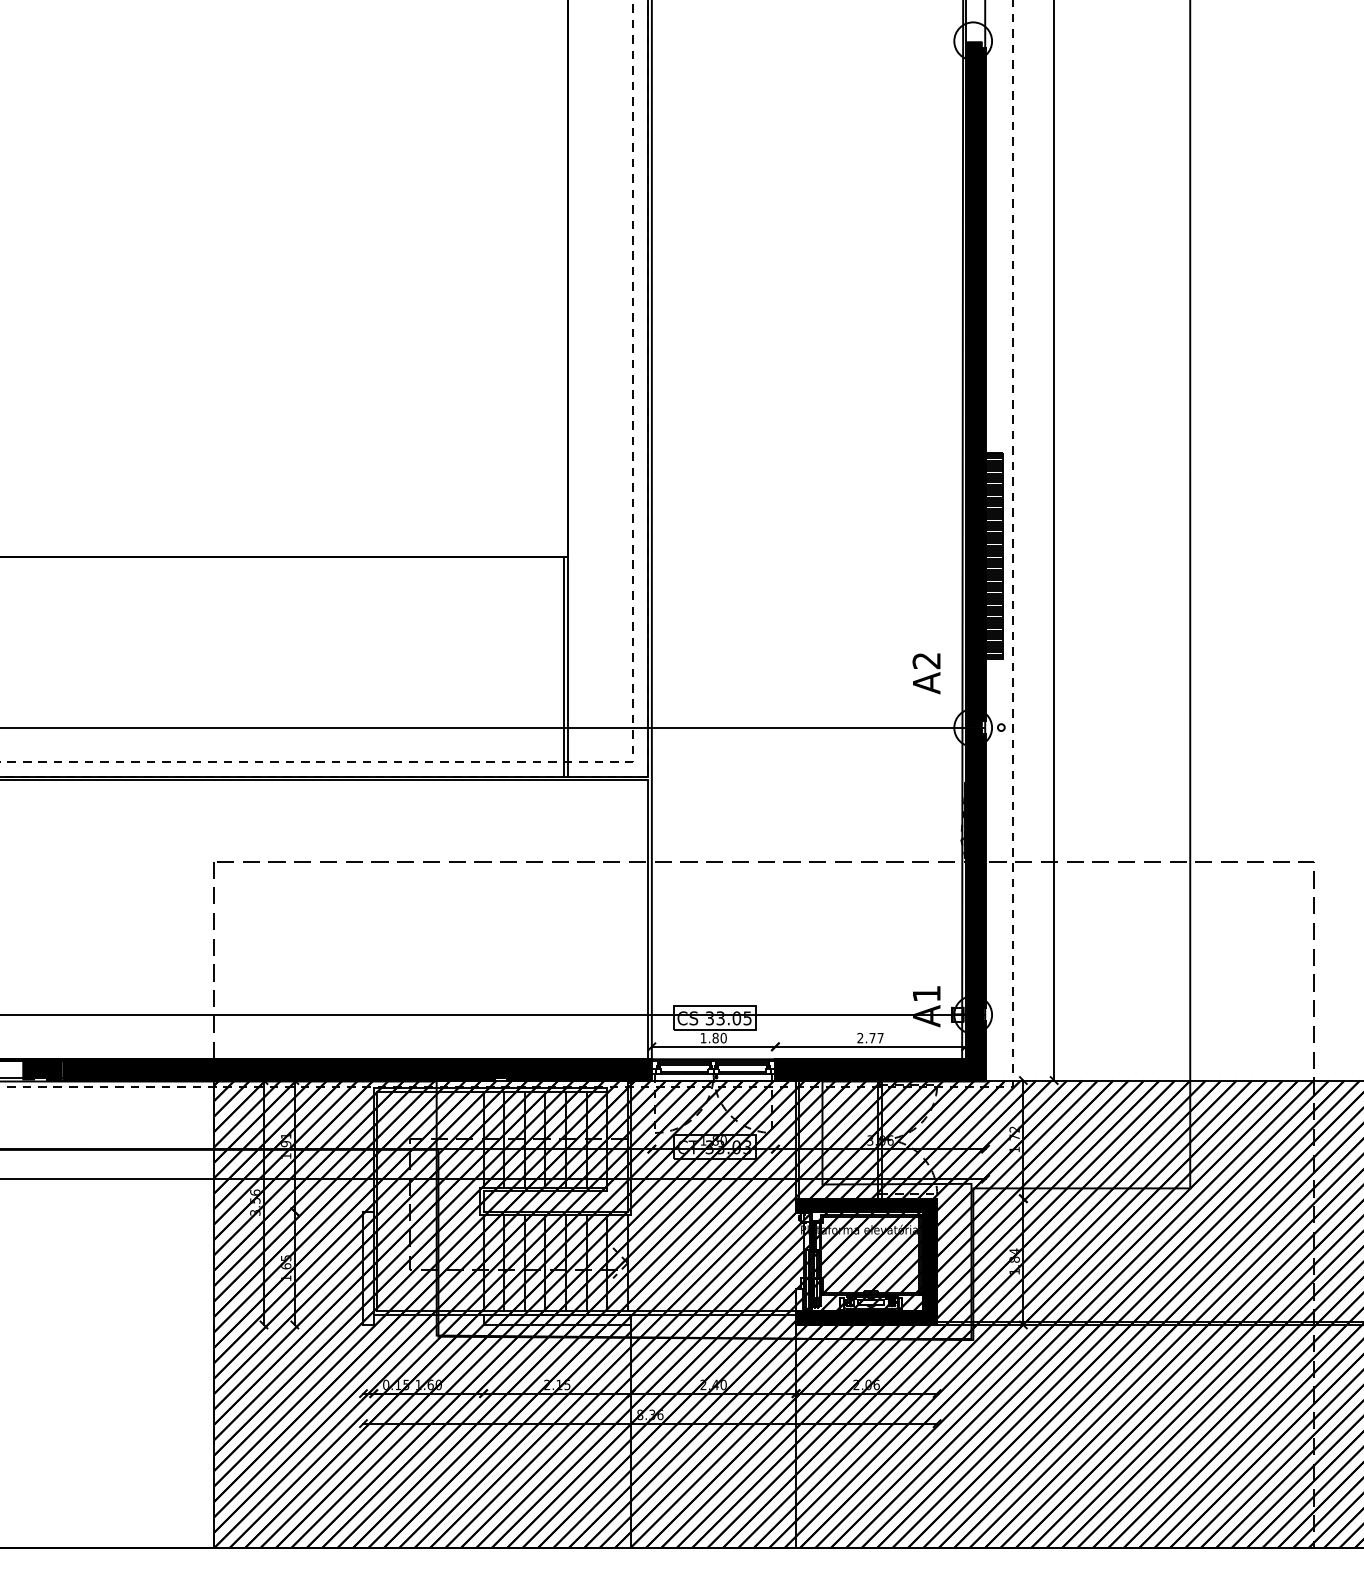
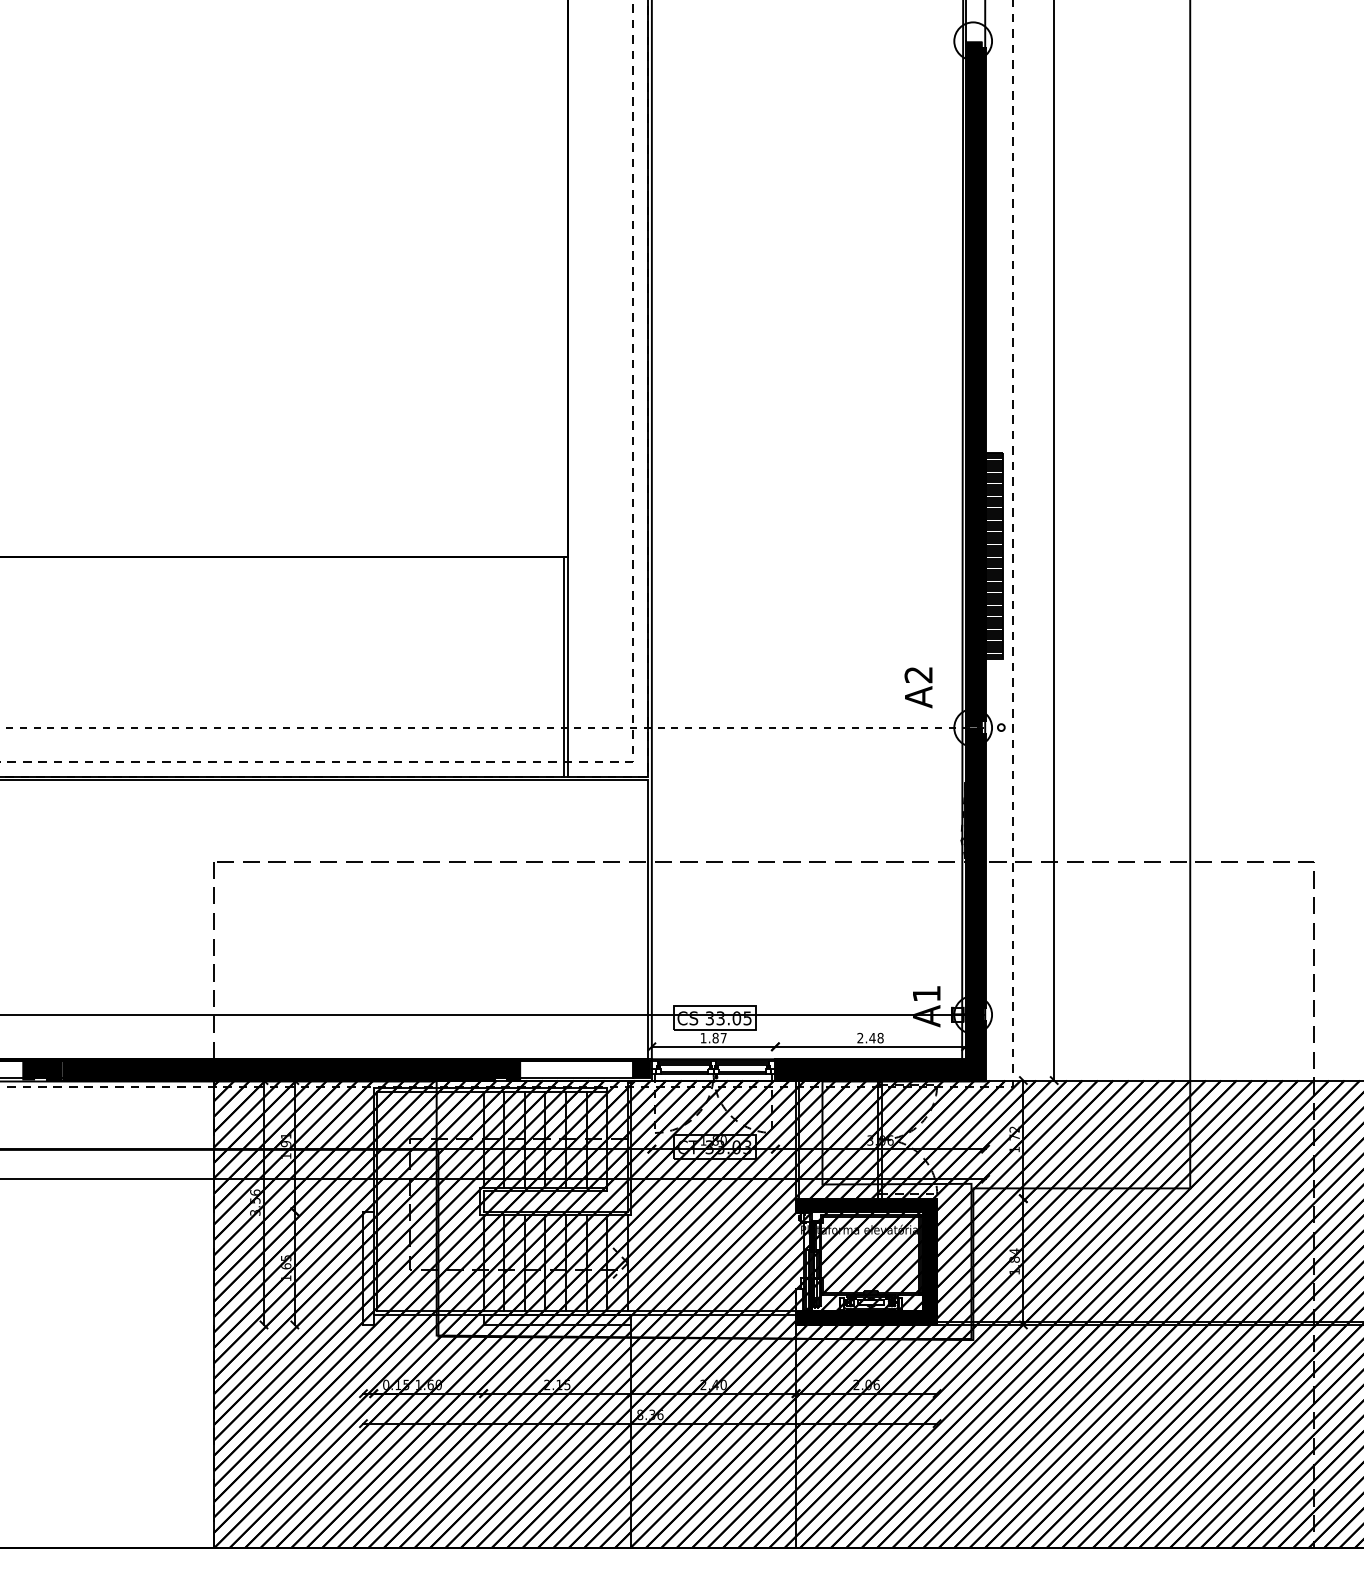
text at (926, 673) position: (926, 673) -> (918, 687)
line at (491, 727): solid -> dashed
text at (723, 1037): 1.80 -> 1.87
text at (876, 1037): 2.77 -> 2.48
fill at (586, 1069): present -> none
